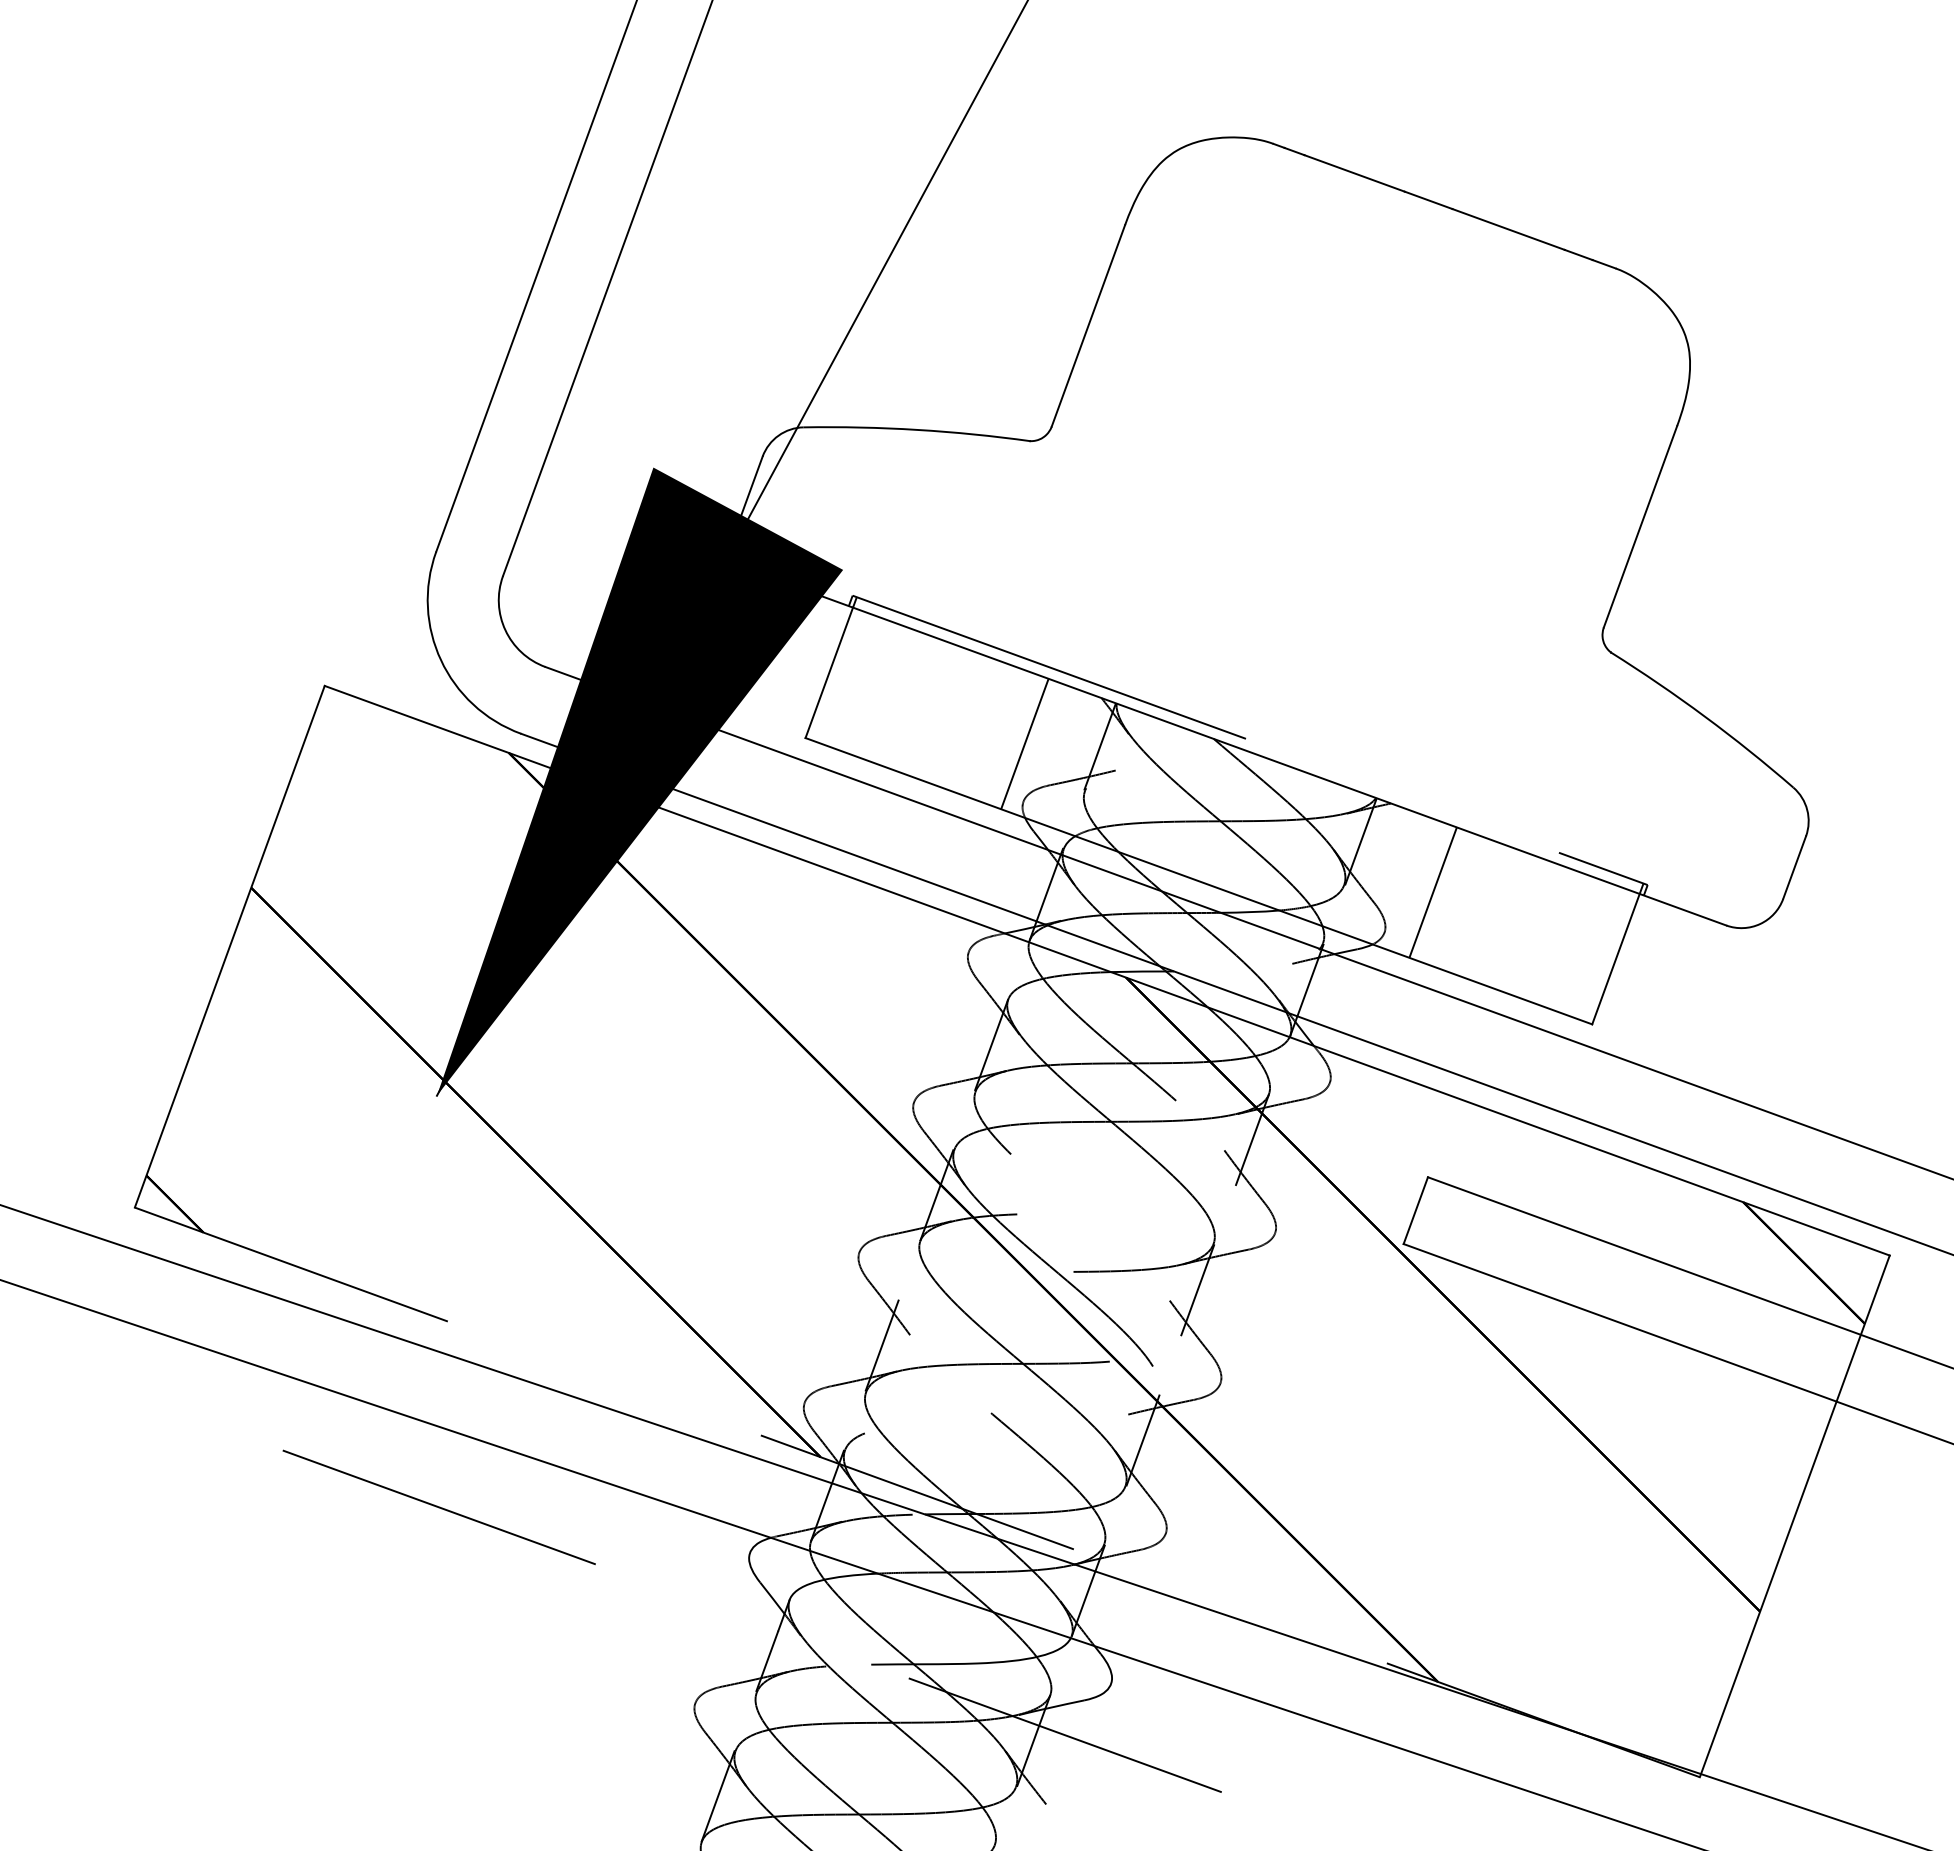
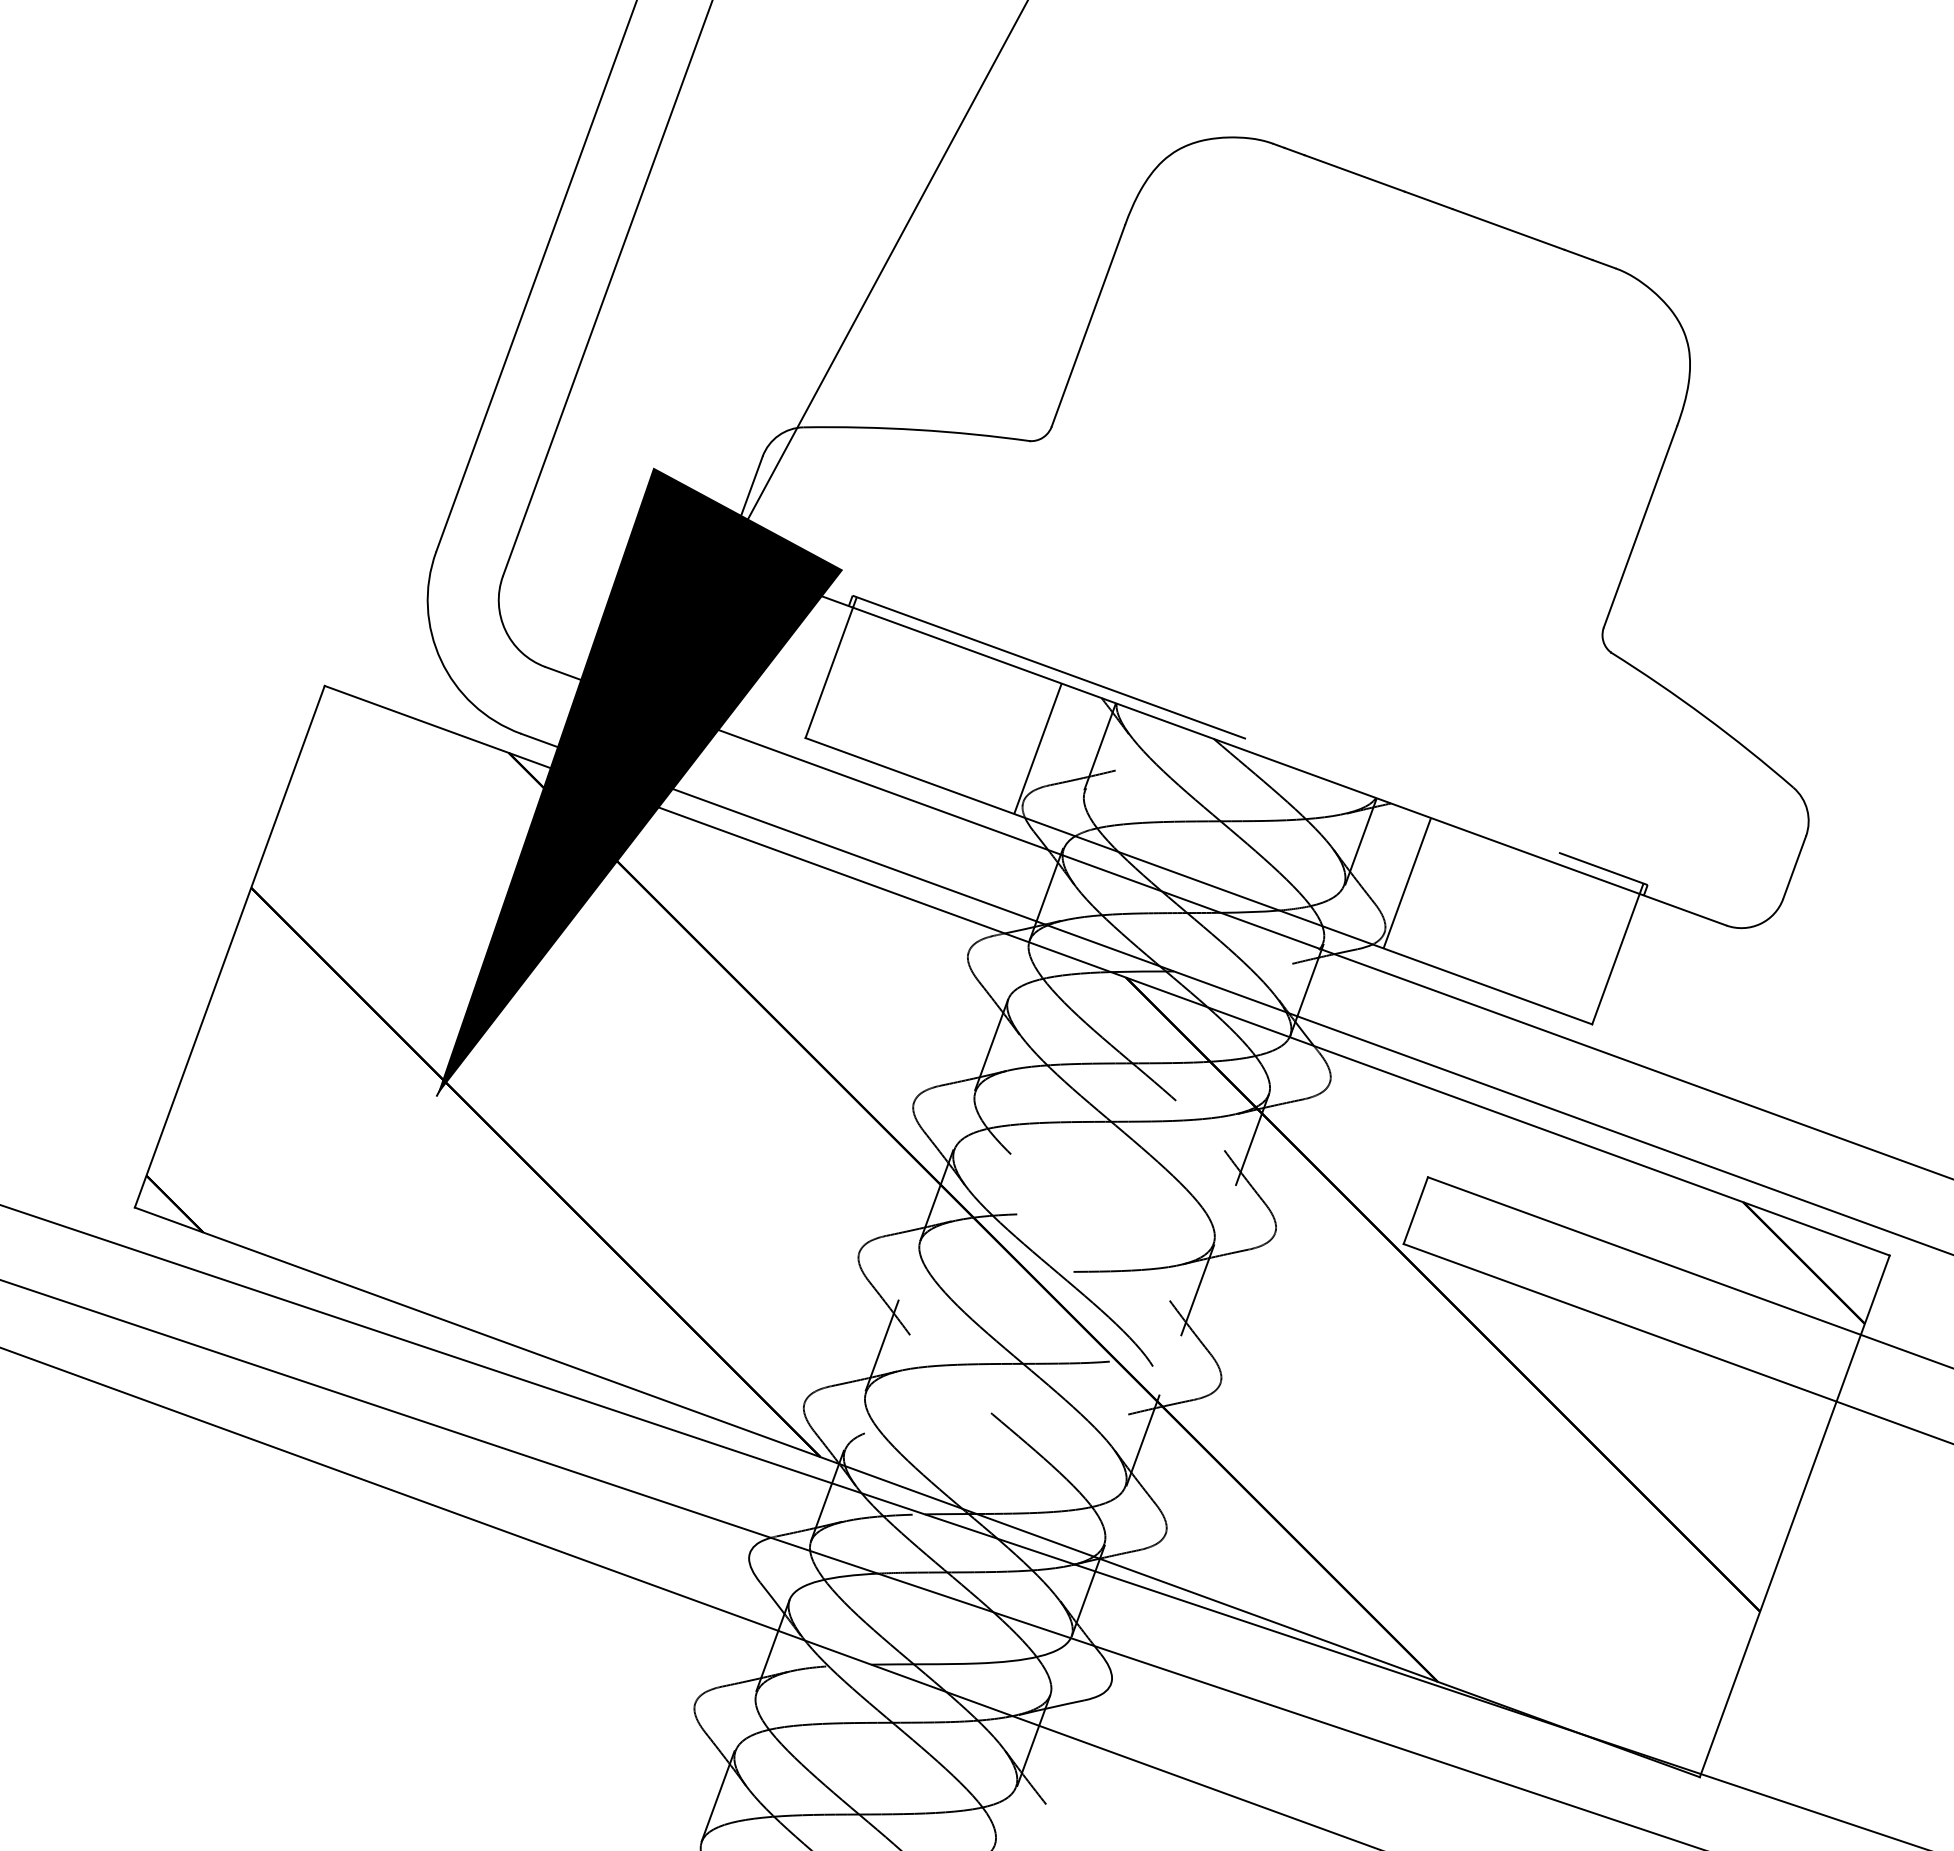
line at (1024, 743) position: (1024, 743) -> (1037, 748)
line at (1433, 892) position: (1433, 892) -> (1407, 883)
line at (917, 1492): dashed -> solid
line at (691, 1599): dashed -> solid
